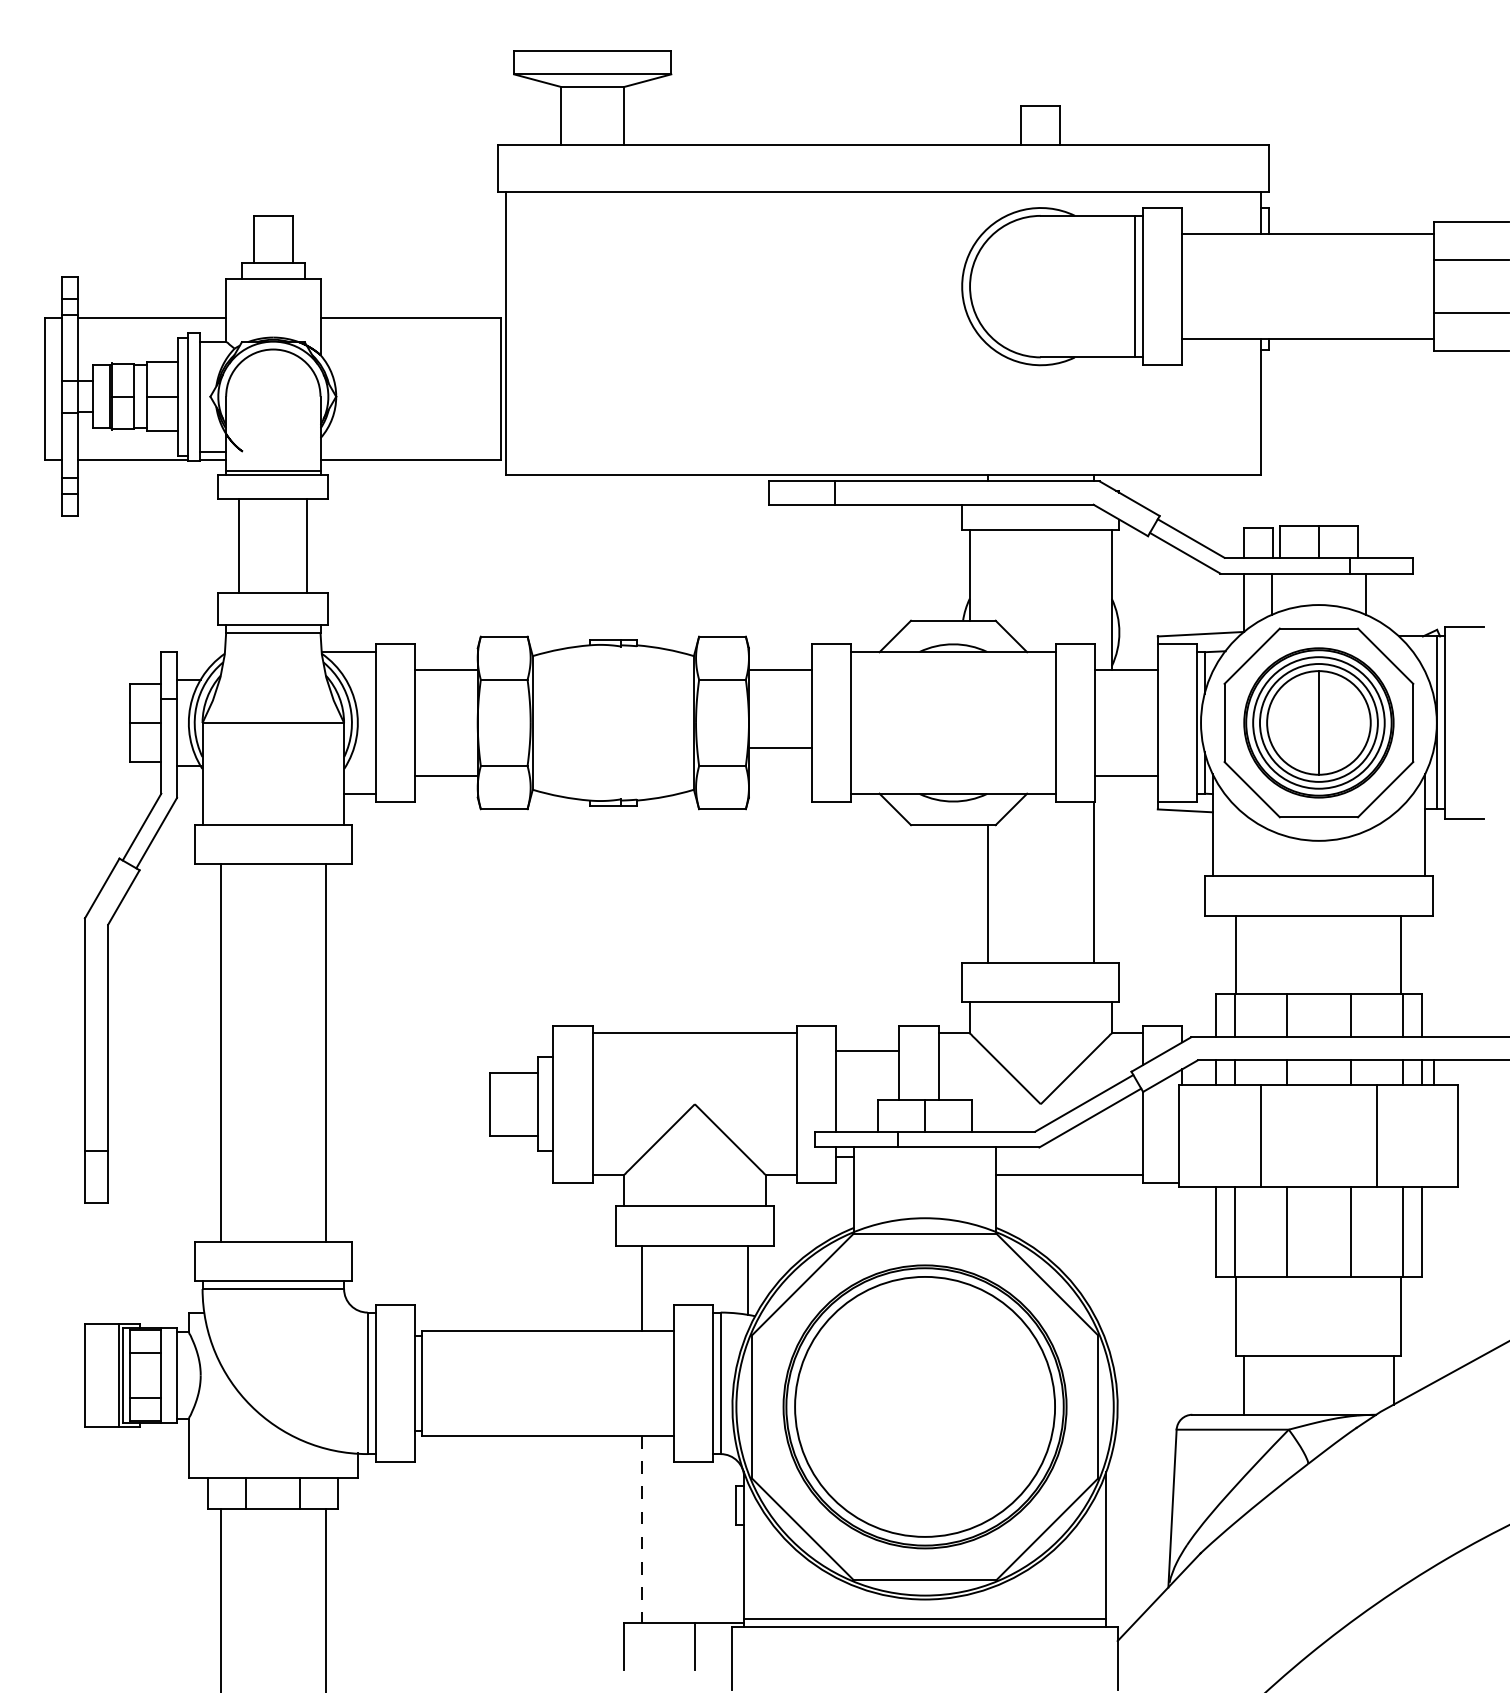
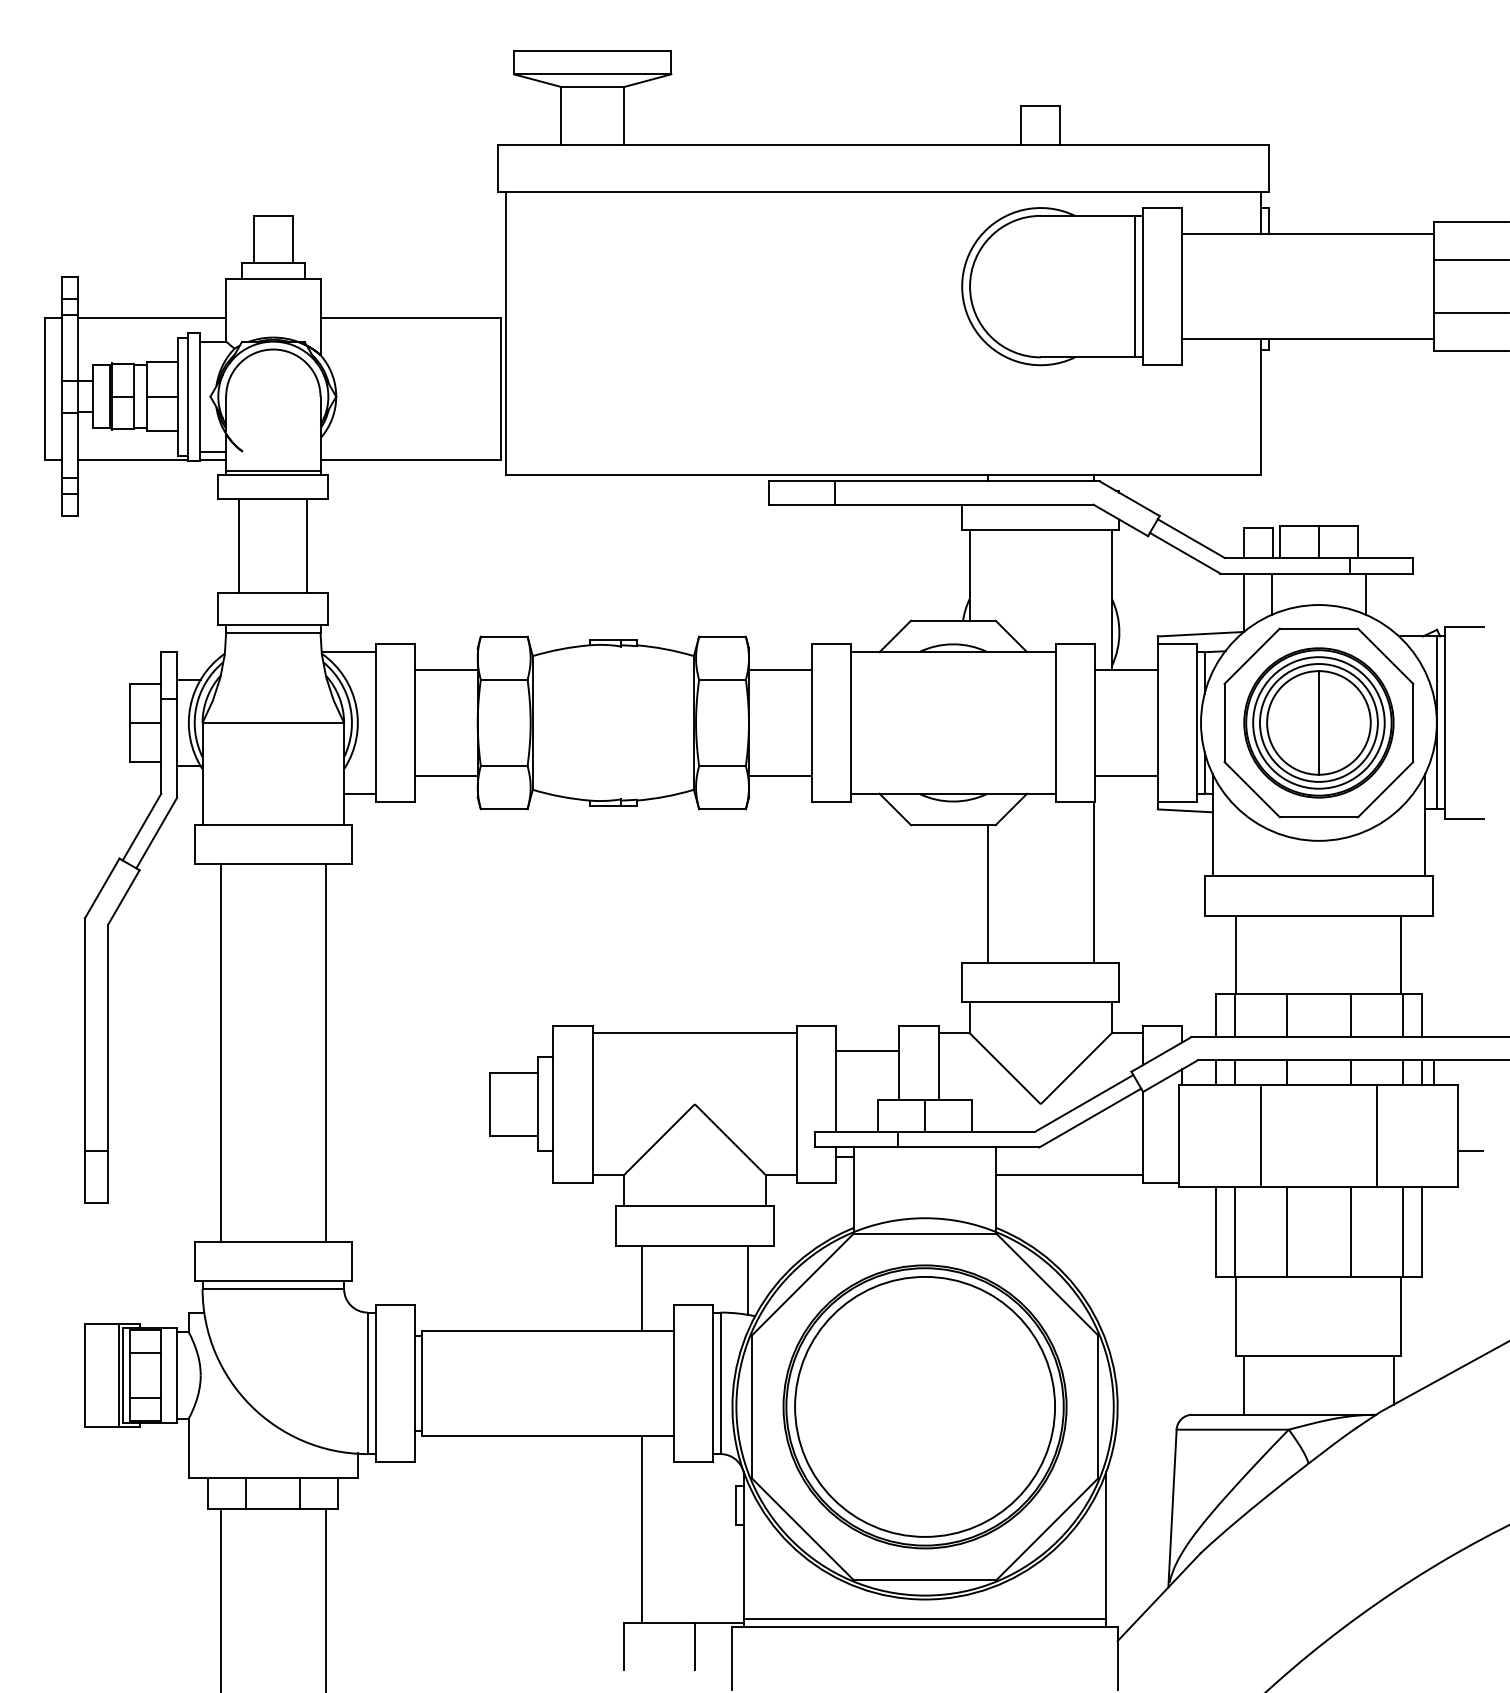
line at (779, 747) position: (779, 747) -> (779, 775)
line at (1470, 1151): none -> present
line at (642, 1530): dashed -> solid
